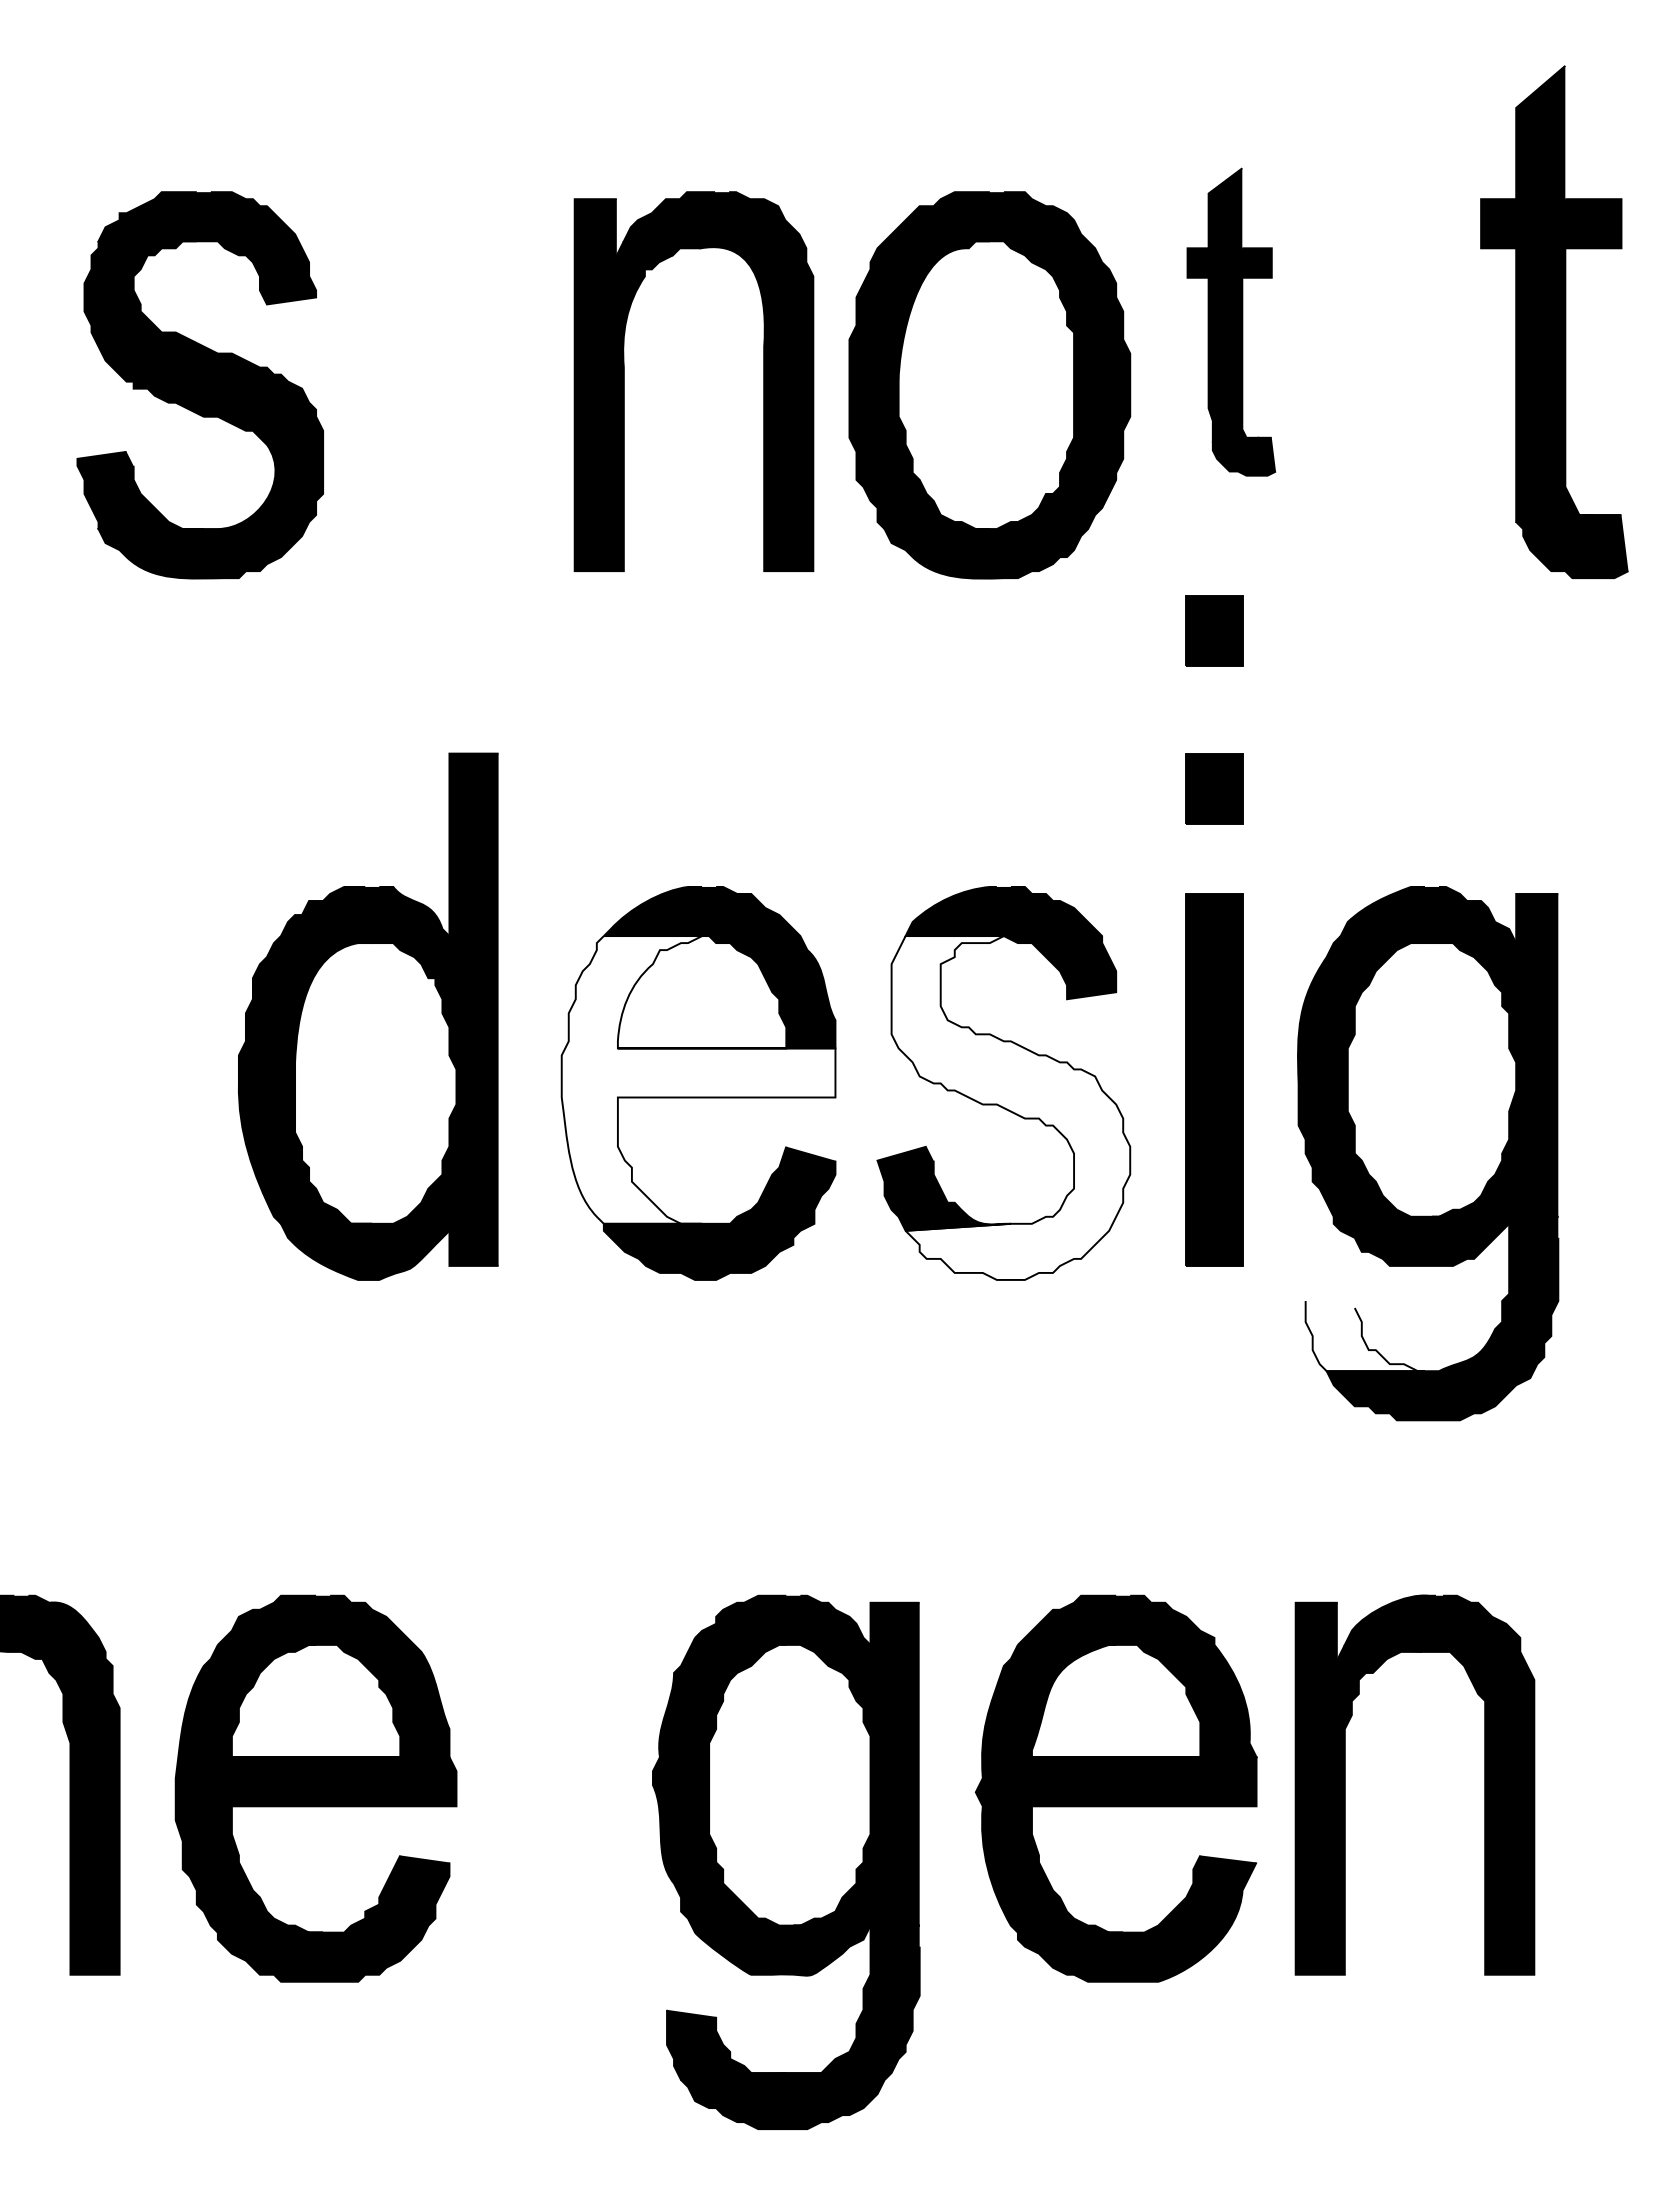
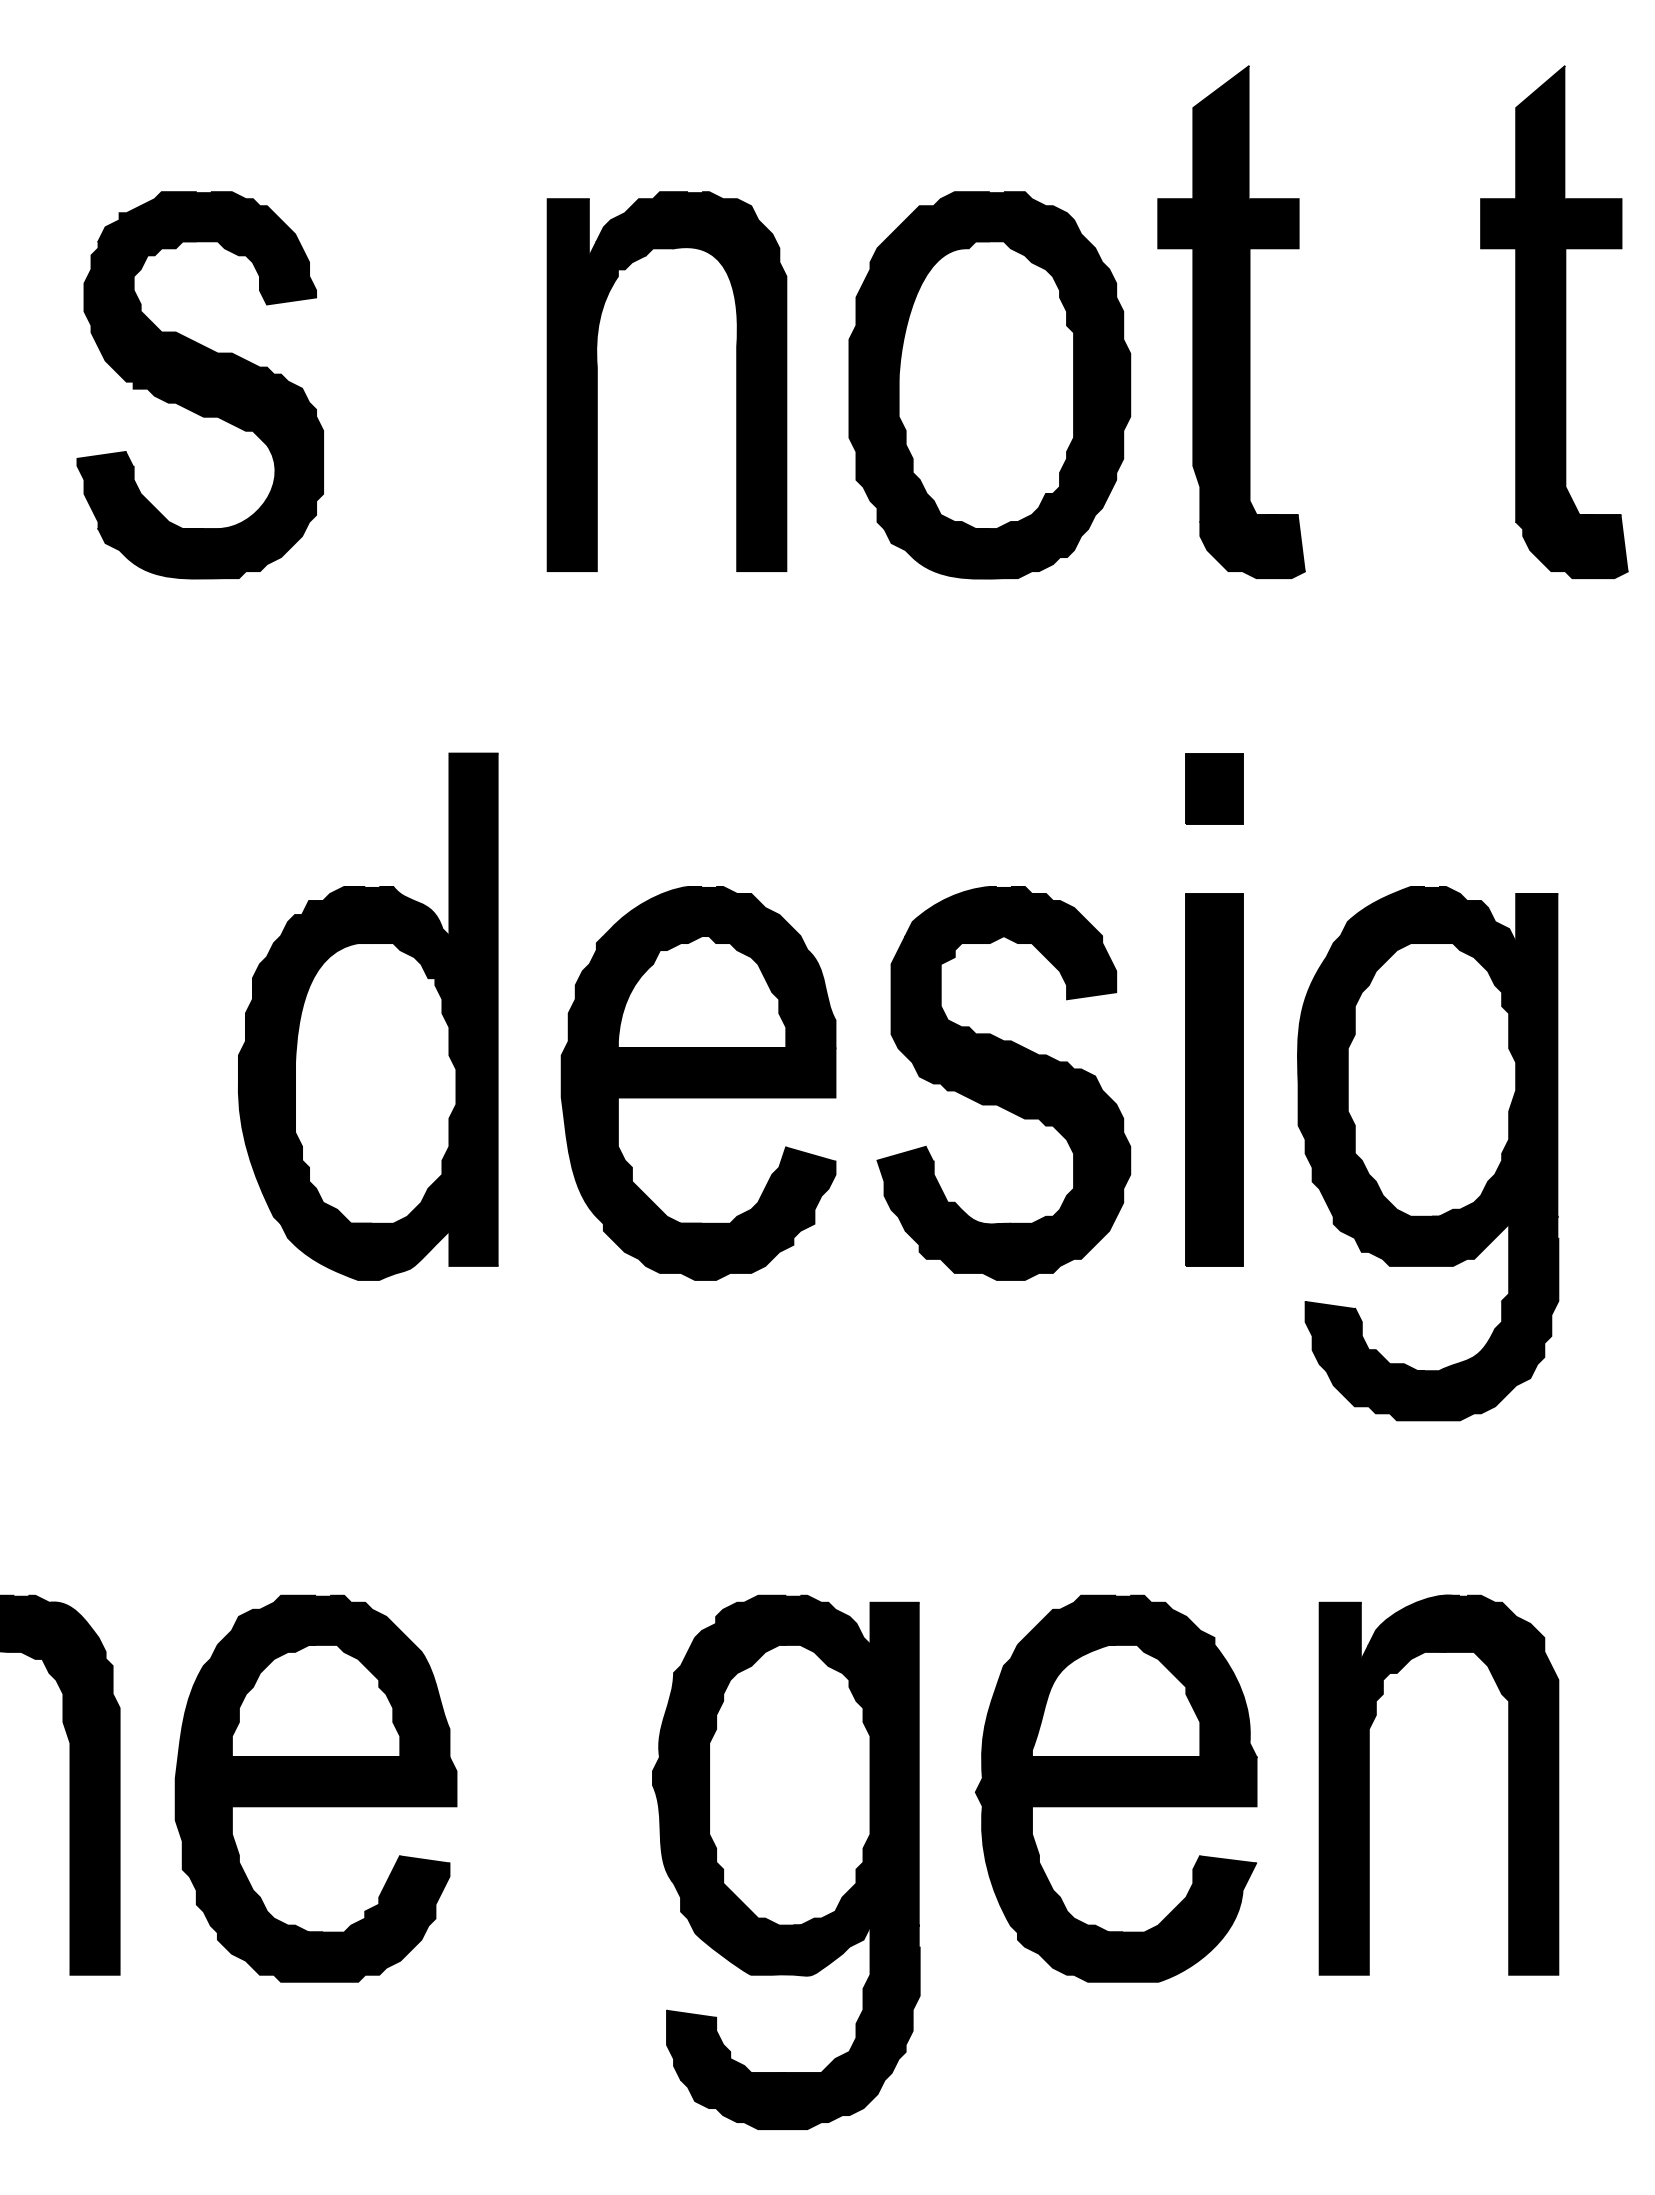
part at (1231, 321) size: 91x310 px -> 149x514 px
part at (624, 381) position: (624, 381) -> (597, 381)
part at (1214, 630): present -> none
fill at (698, 1079): none -> present
fill at (1010, 1107): none -> present
fill at (1364, 1336): none -> present
part at (1345, 1784) position: (1345, 1784) -> (1369, 1784)
